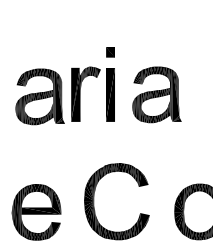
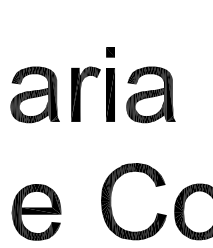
part at (156, 94) position: (156, 94) -> (150, 94)
part at (39, 96) position: (39, 96) -> (34, 94)
part at (94, 201) position: (94, 201) -> (111, 201)
